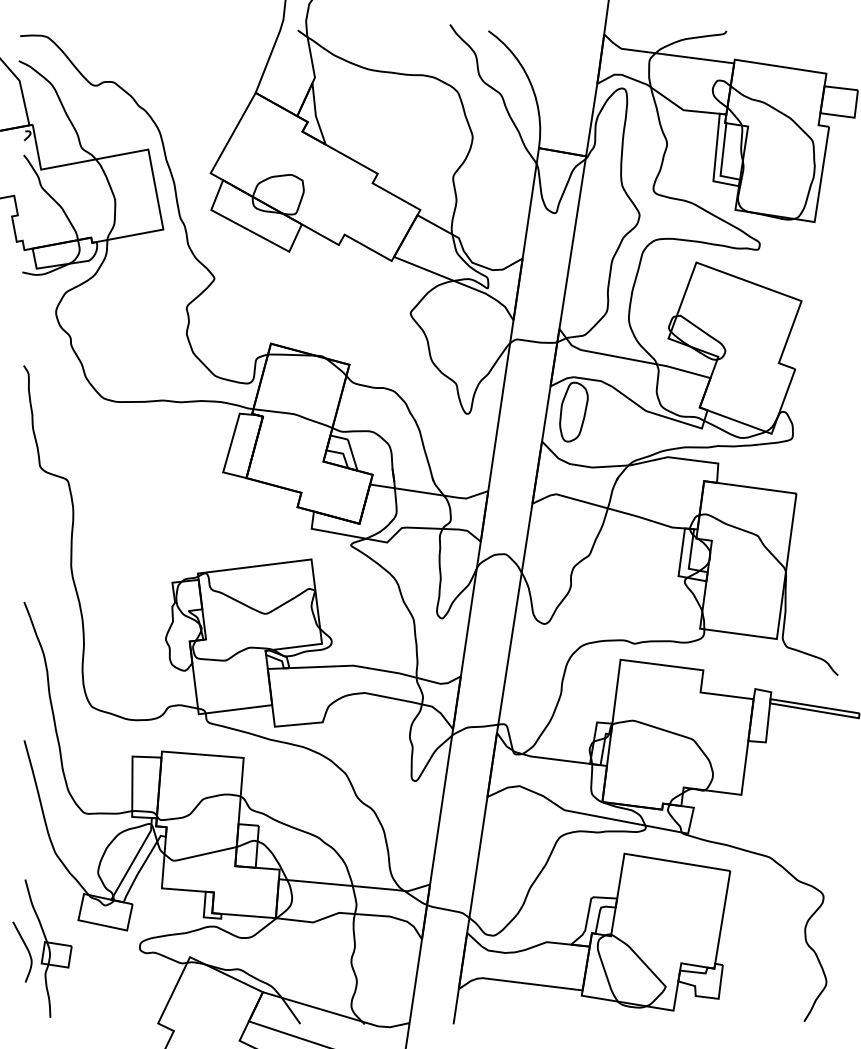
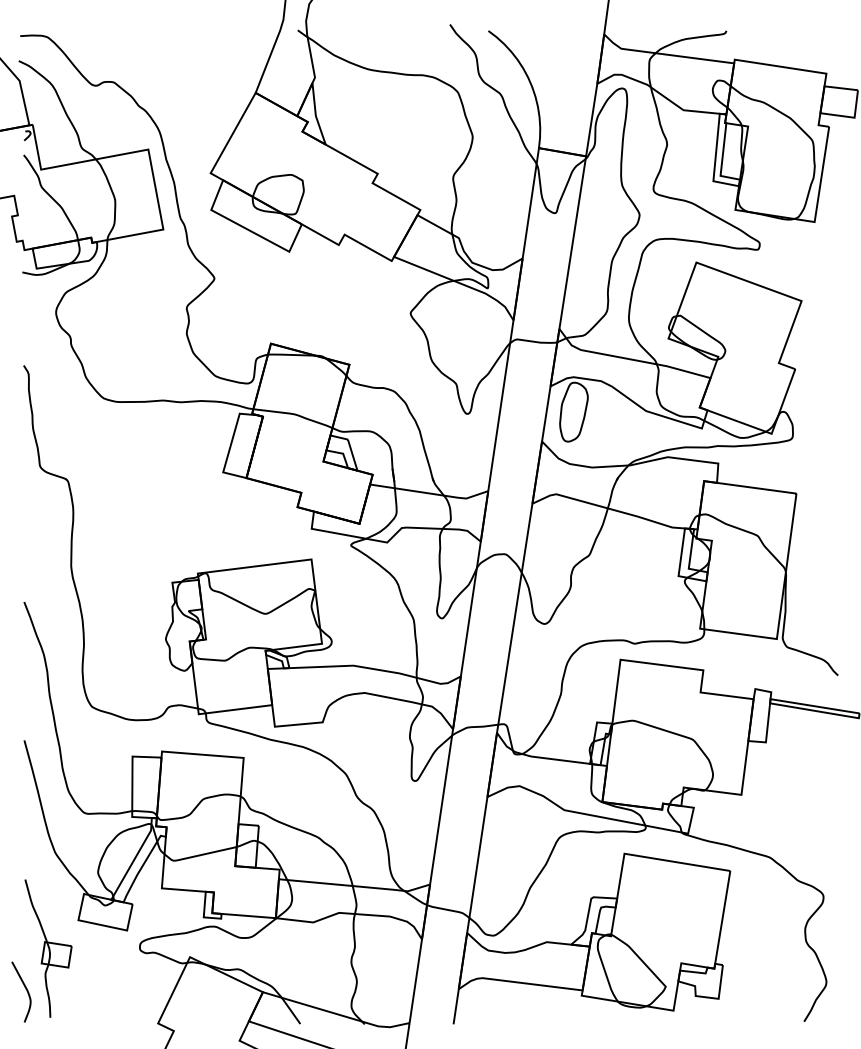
curve at (26, 949) position: (26, 949) -> (25, 989)
